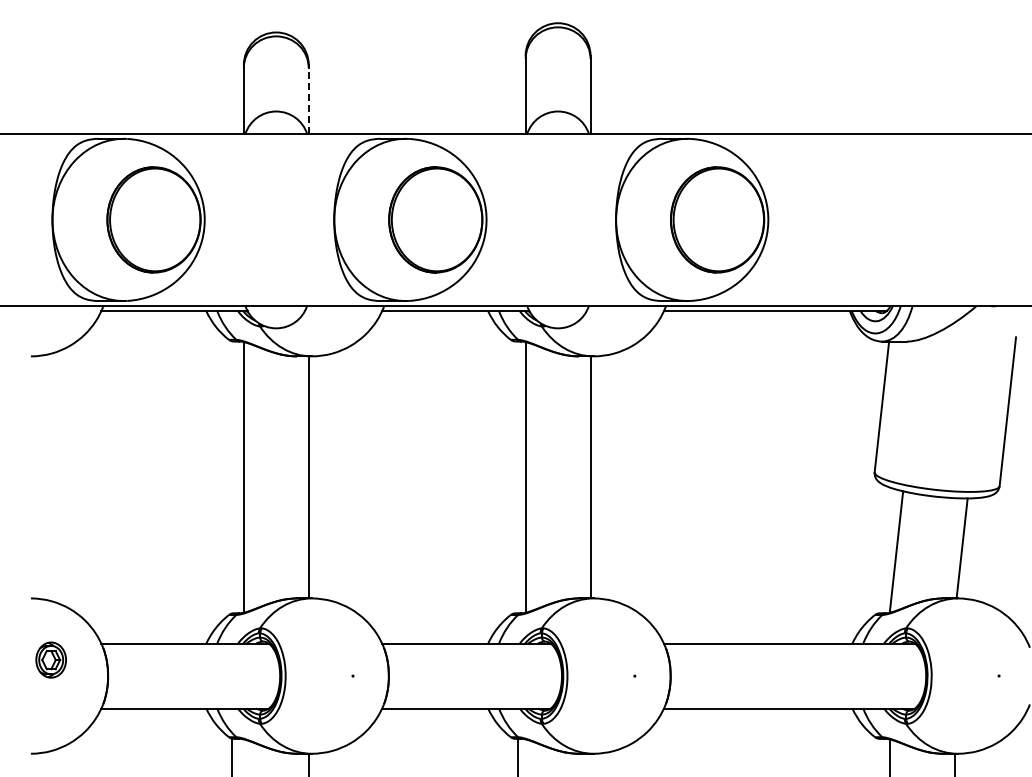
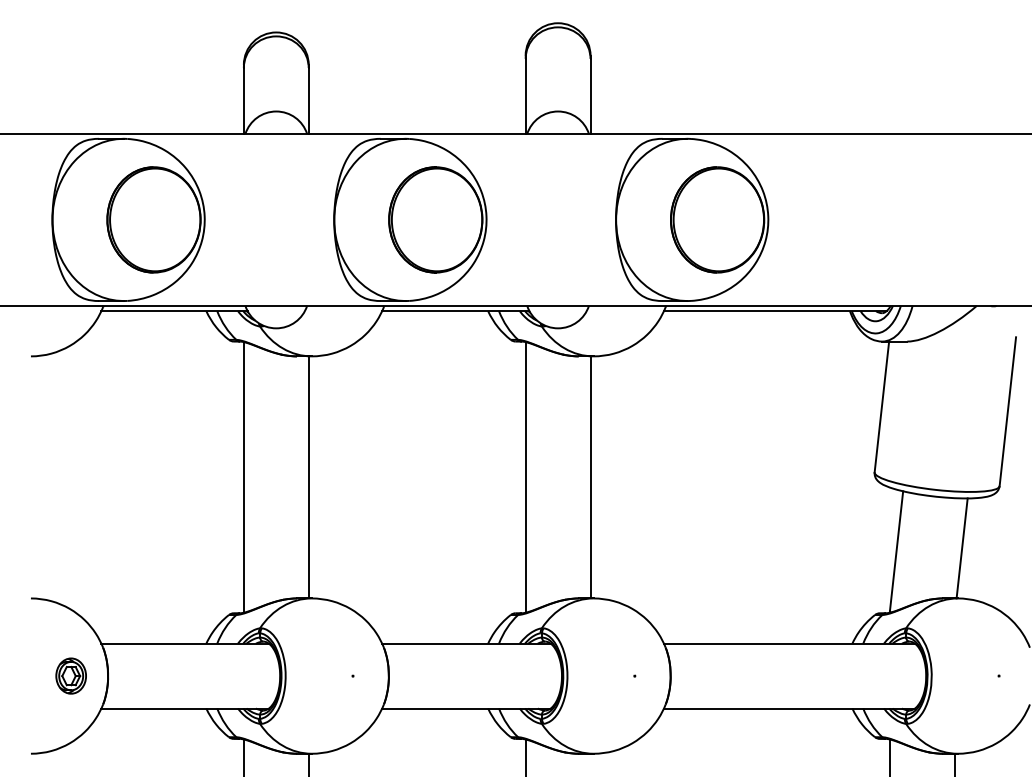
line at (308, 100): dashed -> solid
part at (50, 659) position: (50, 659) -> (70, 675)
line at (231, 756) position: (231, 756) -> (243, 756)
line at (517, 756) position: (517, 756) -> (525, 756)
